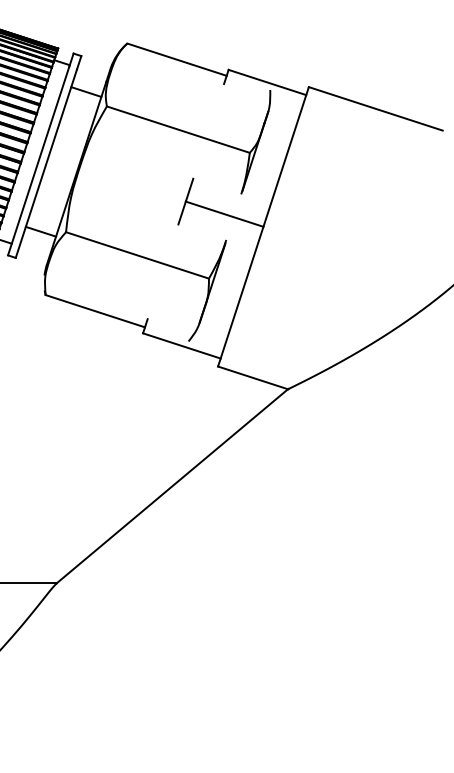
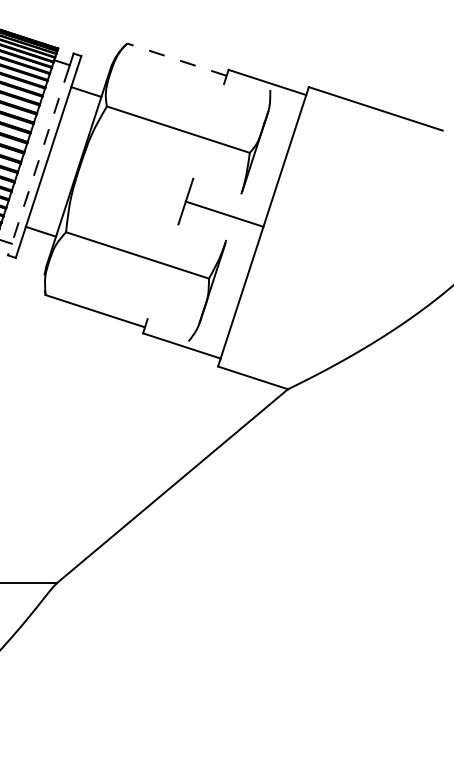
line at (176, 59): solid -> dashed
line at (38, 161): solid -> dashed
